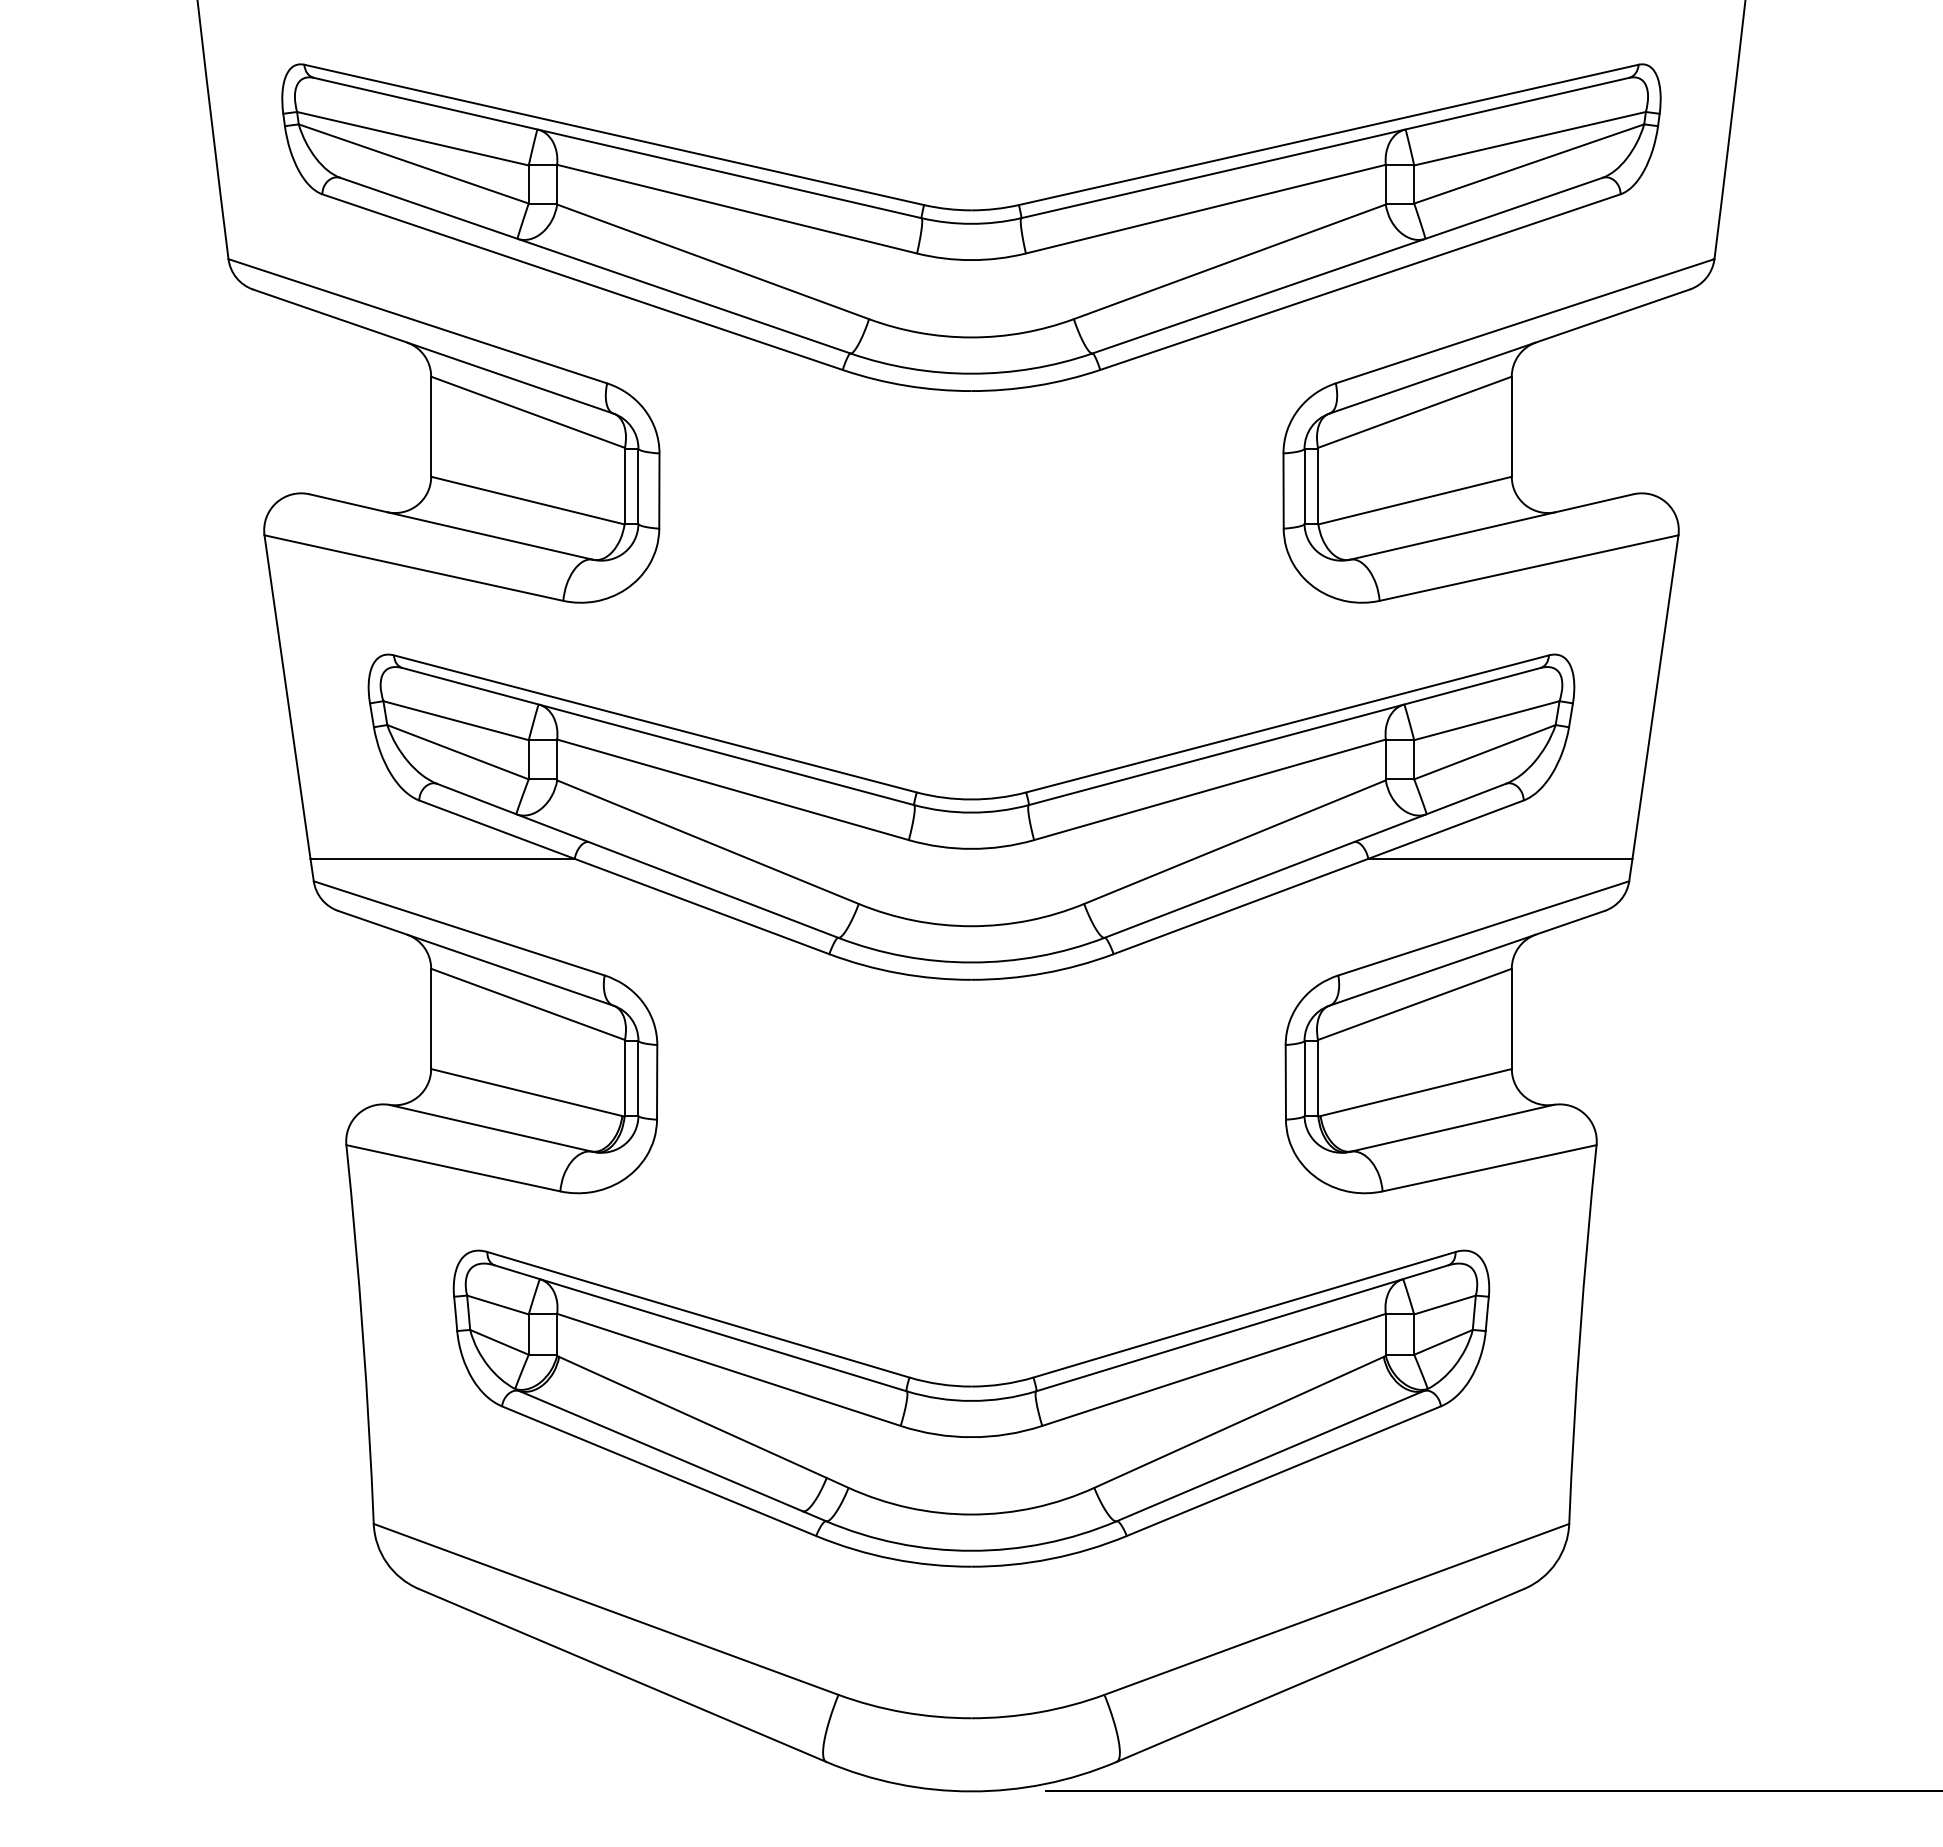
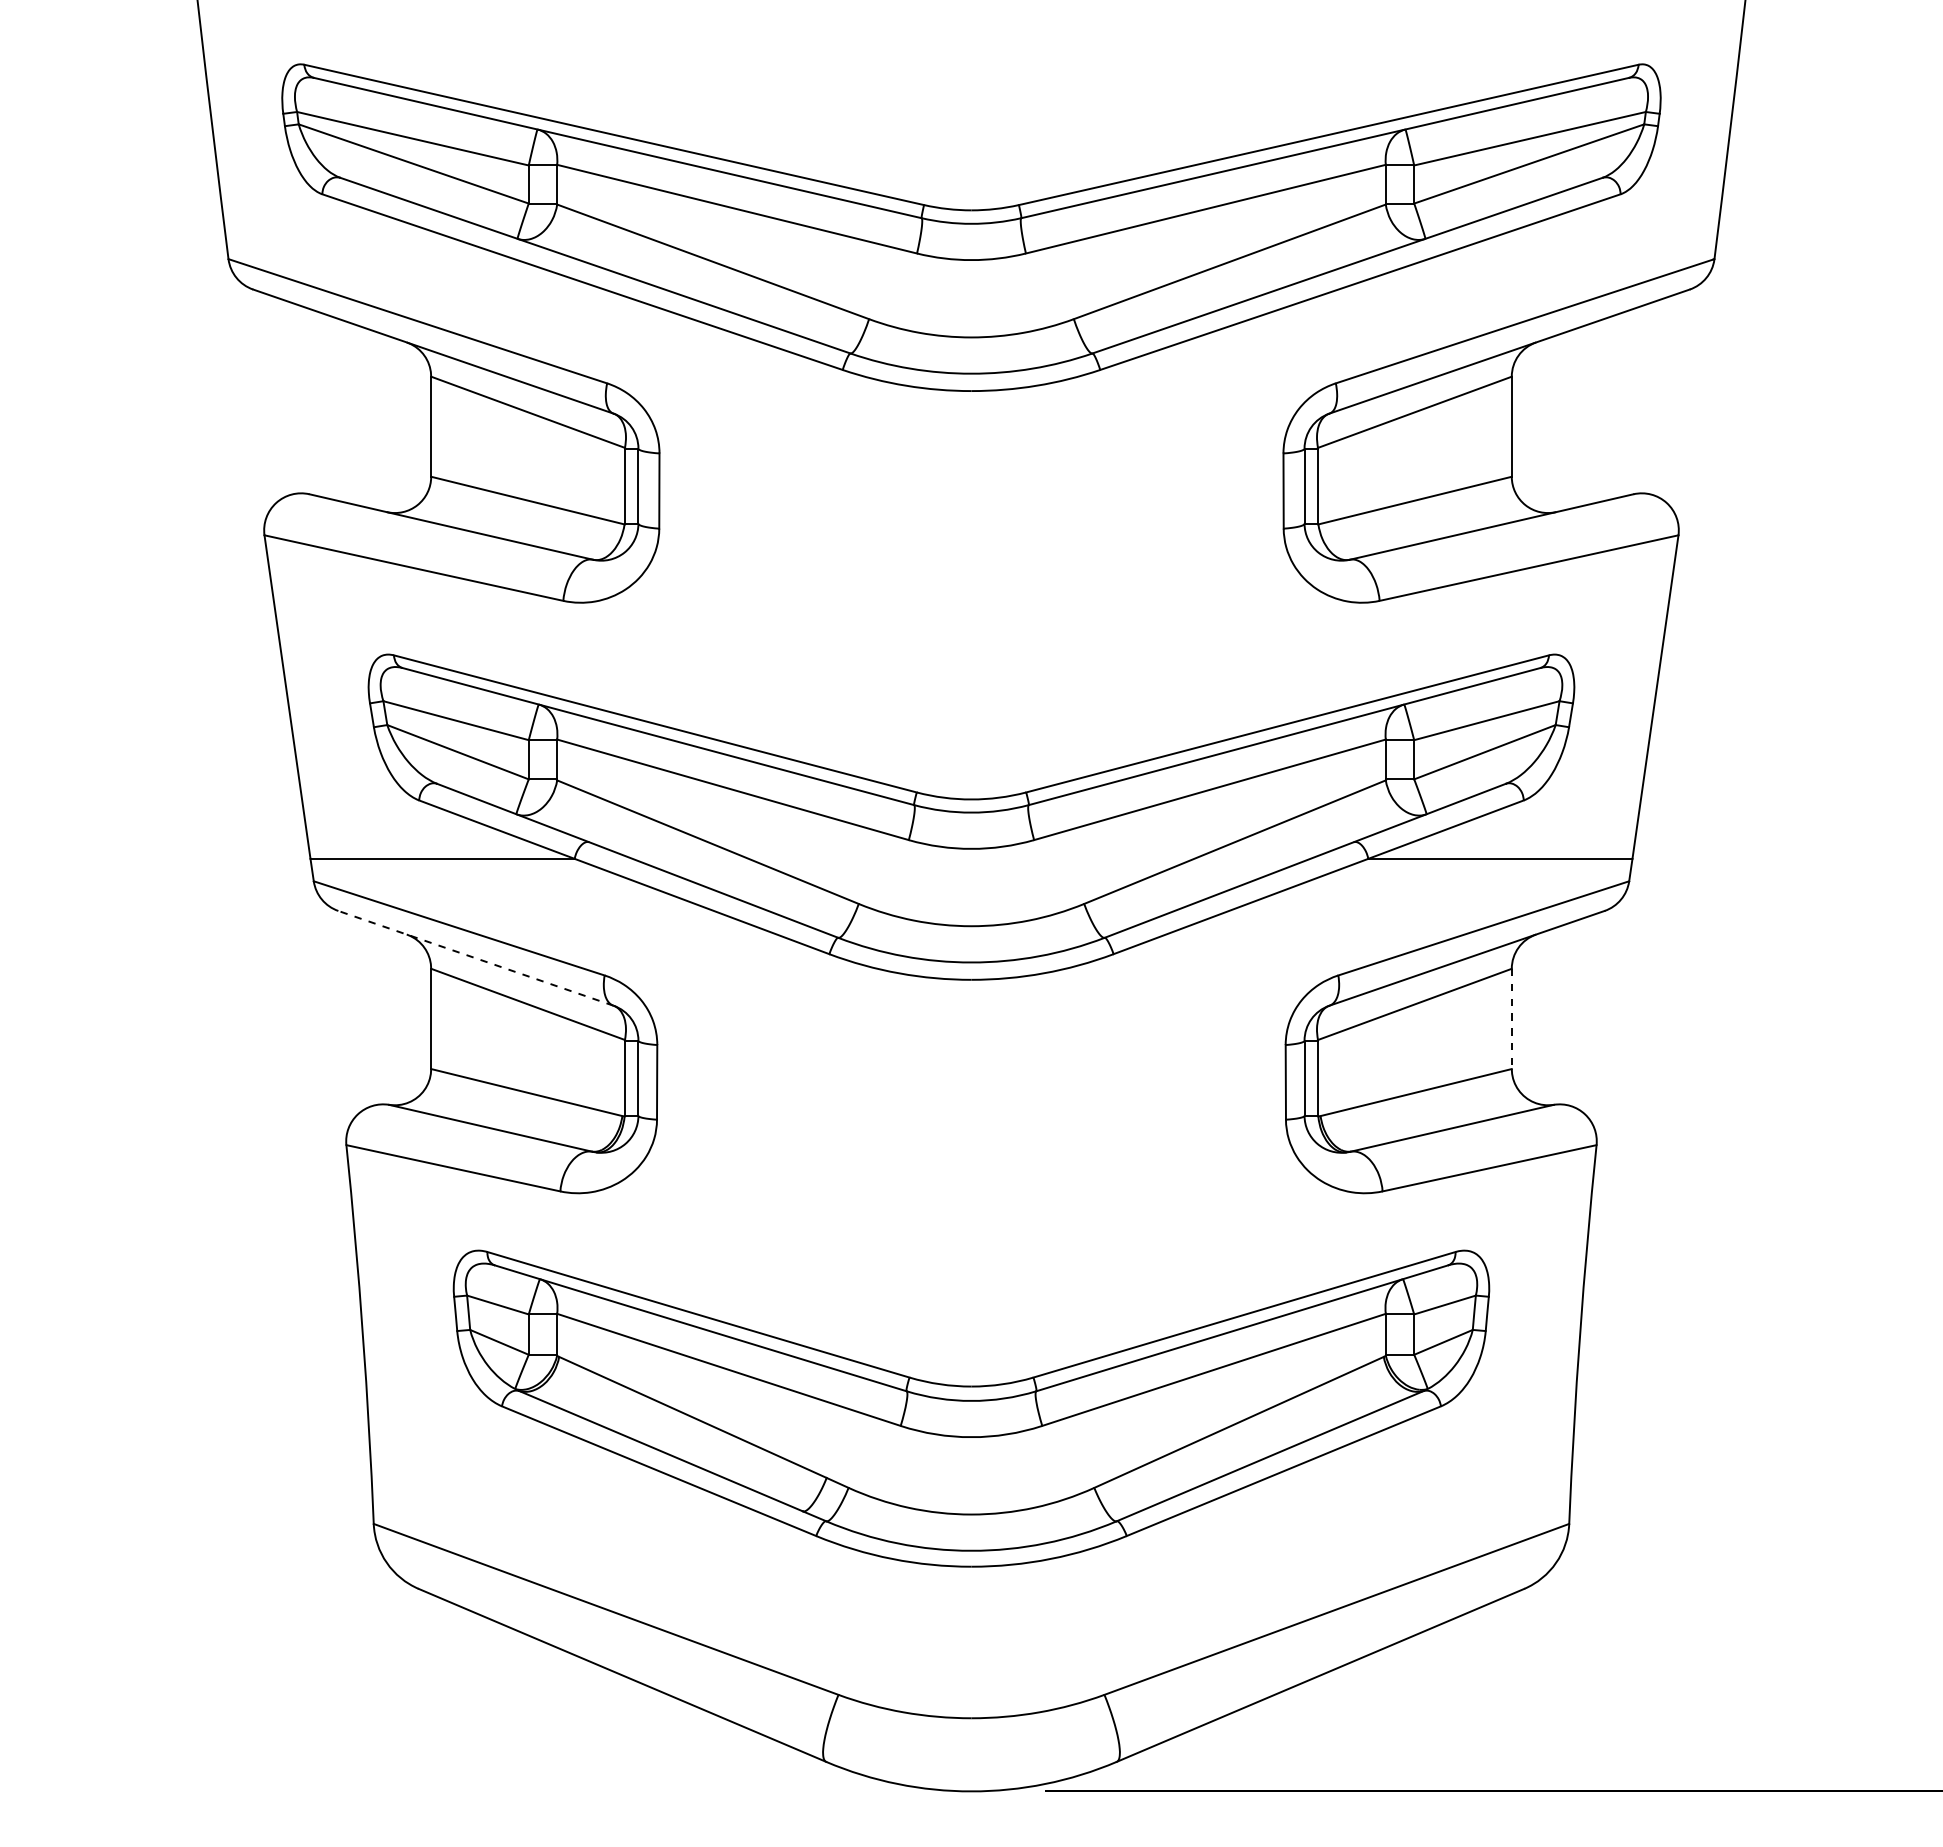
line at (475, 958): solid -> dashed
line at (1511, 1019): solid -> dashed
